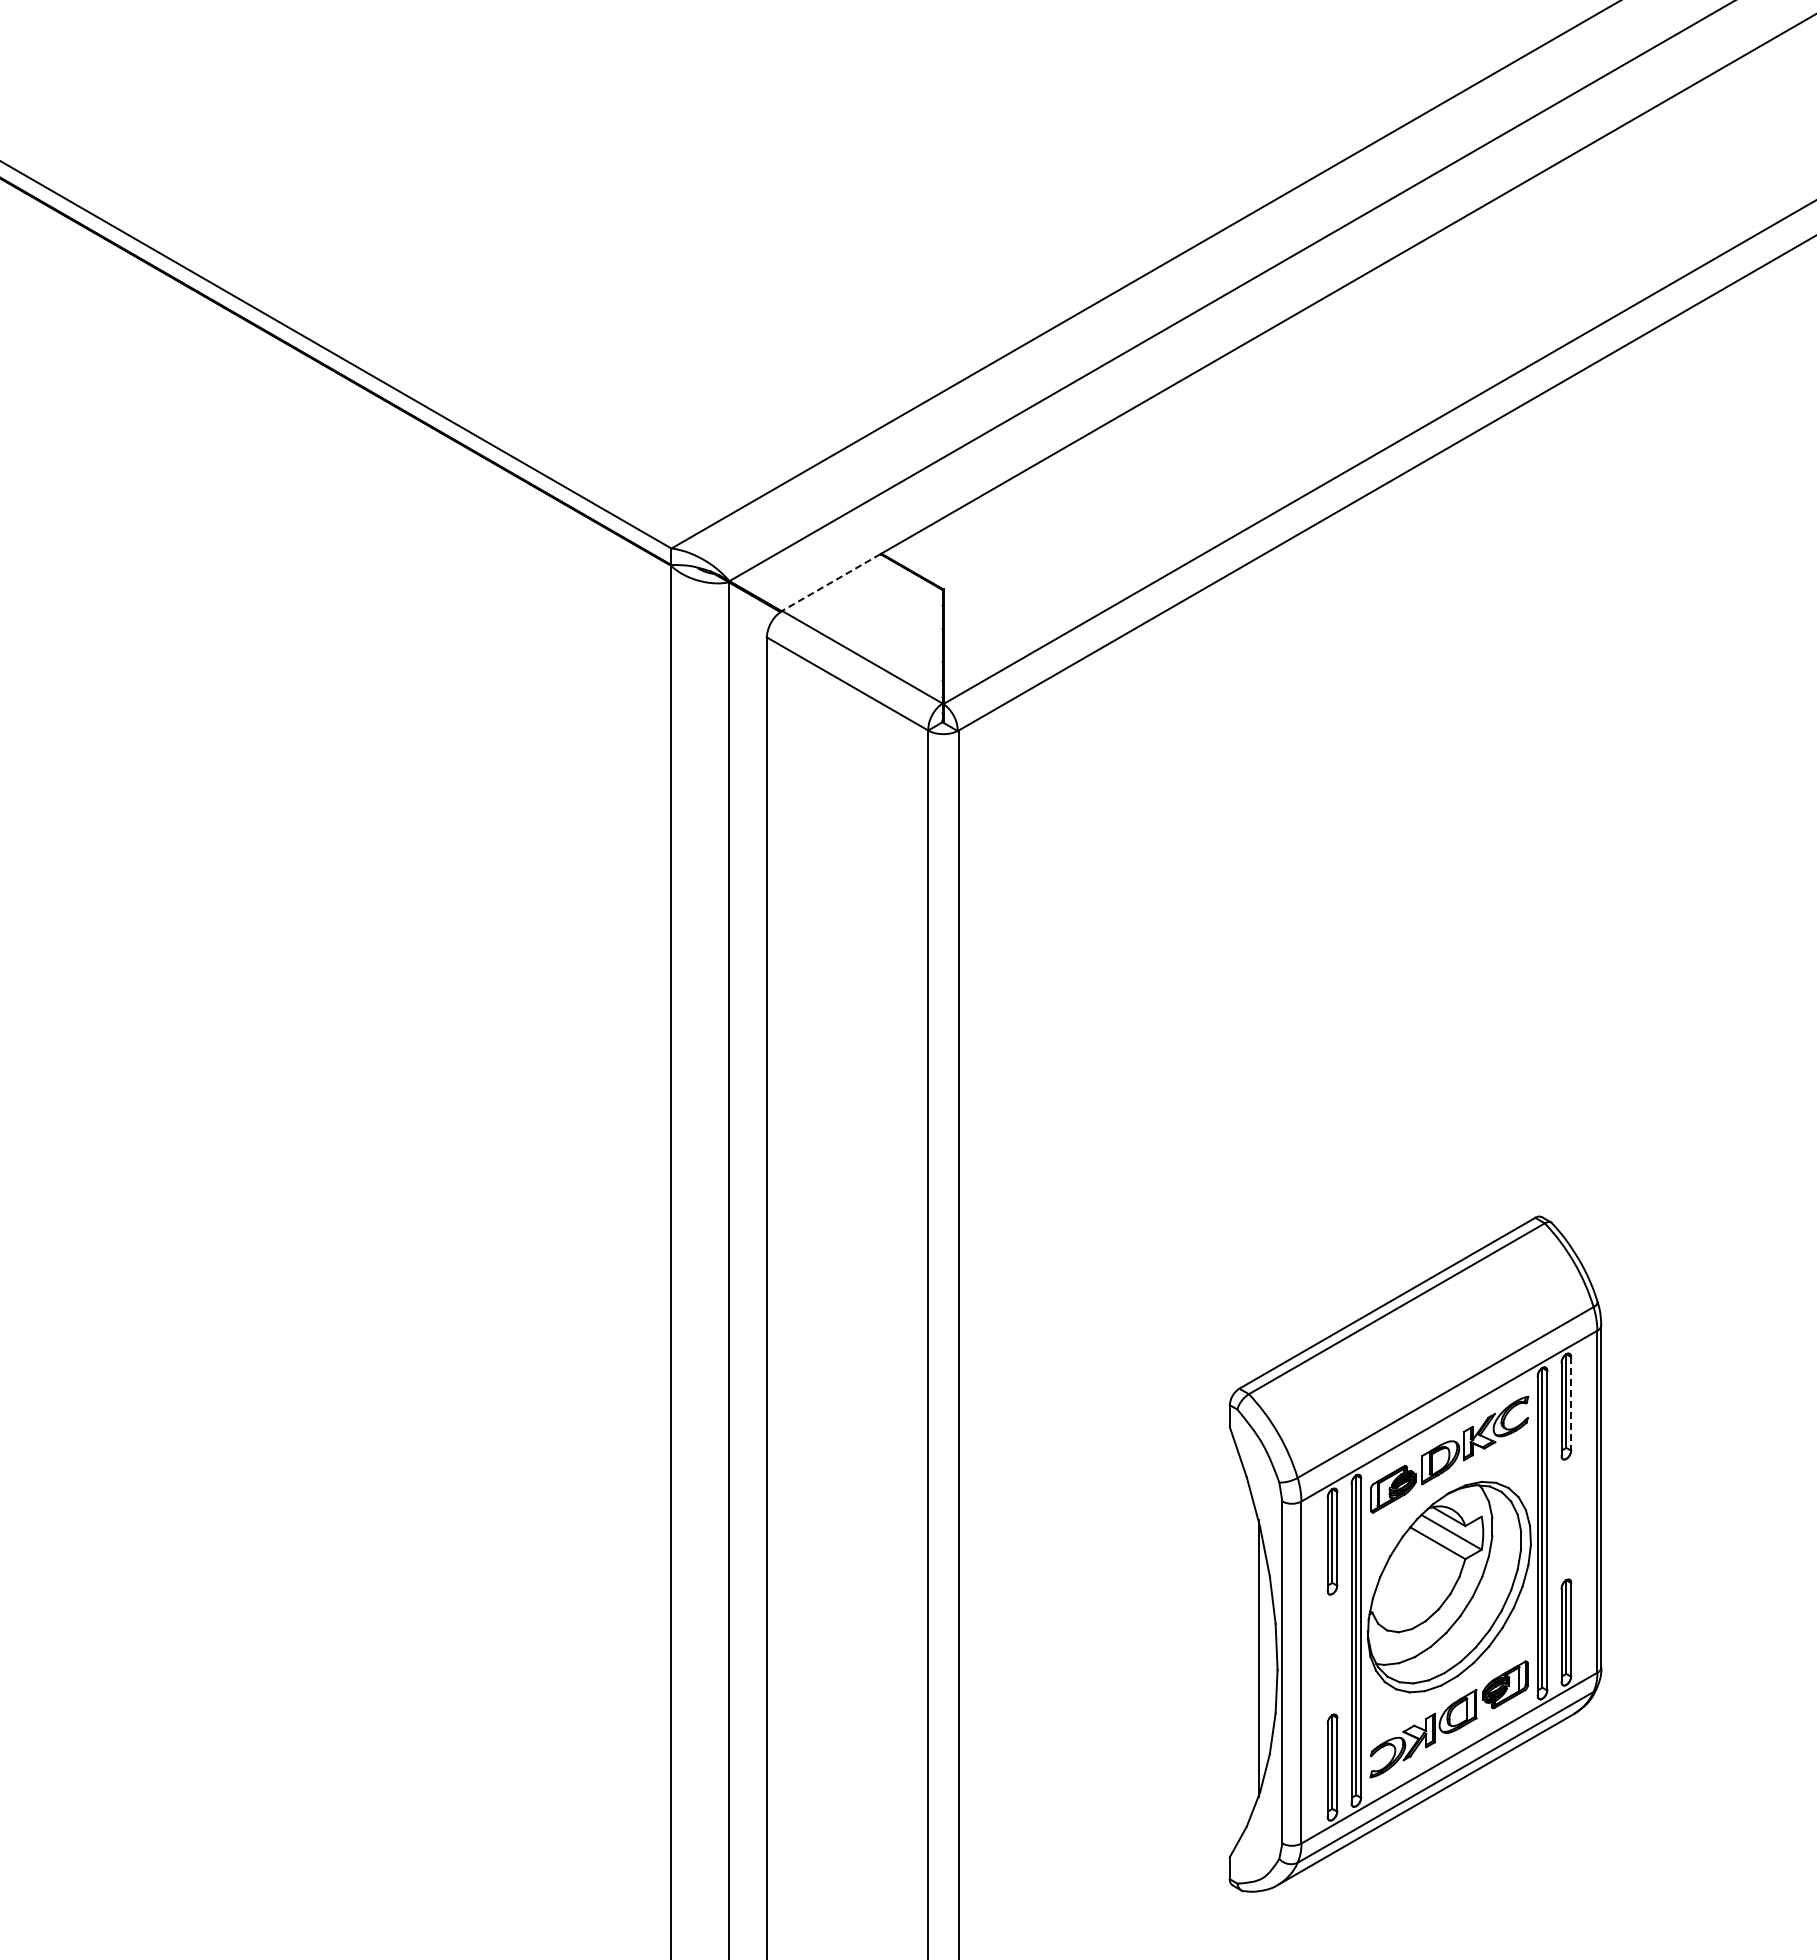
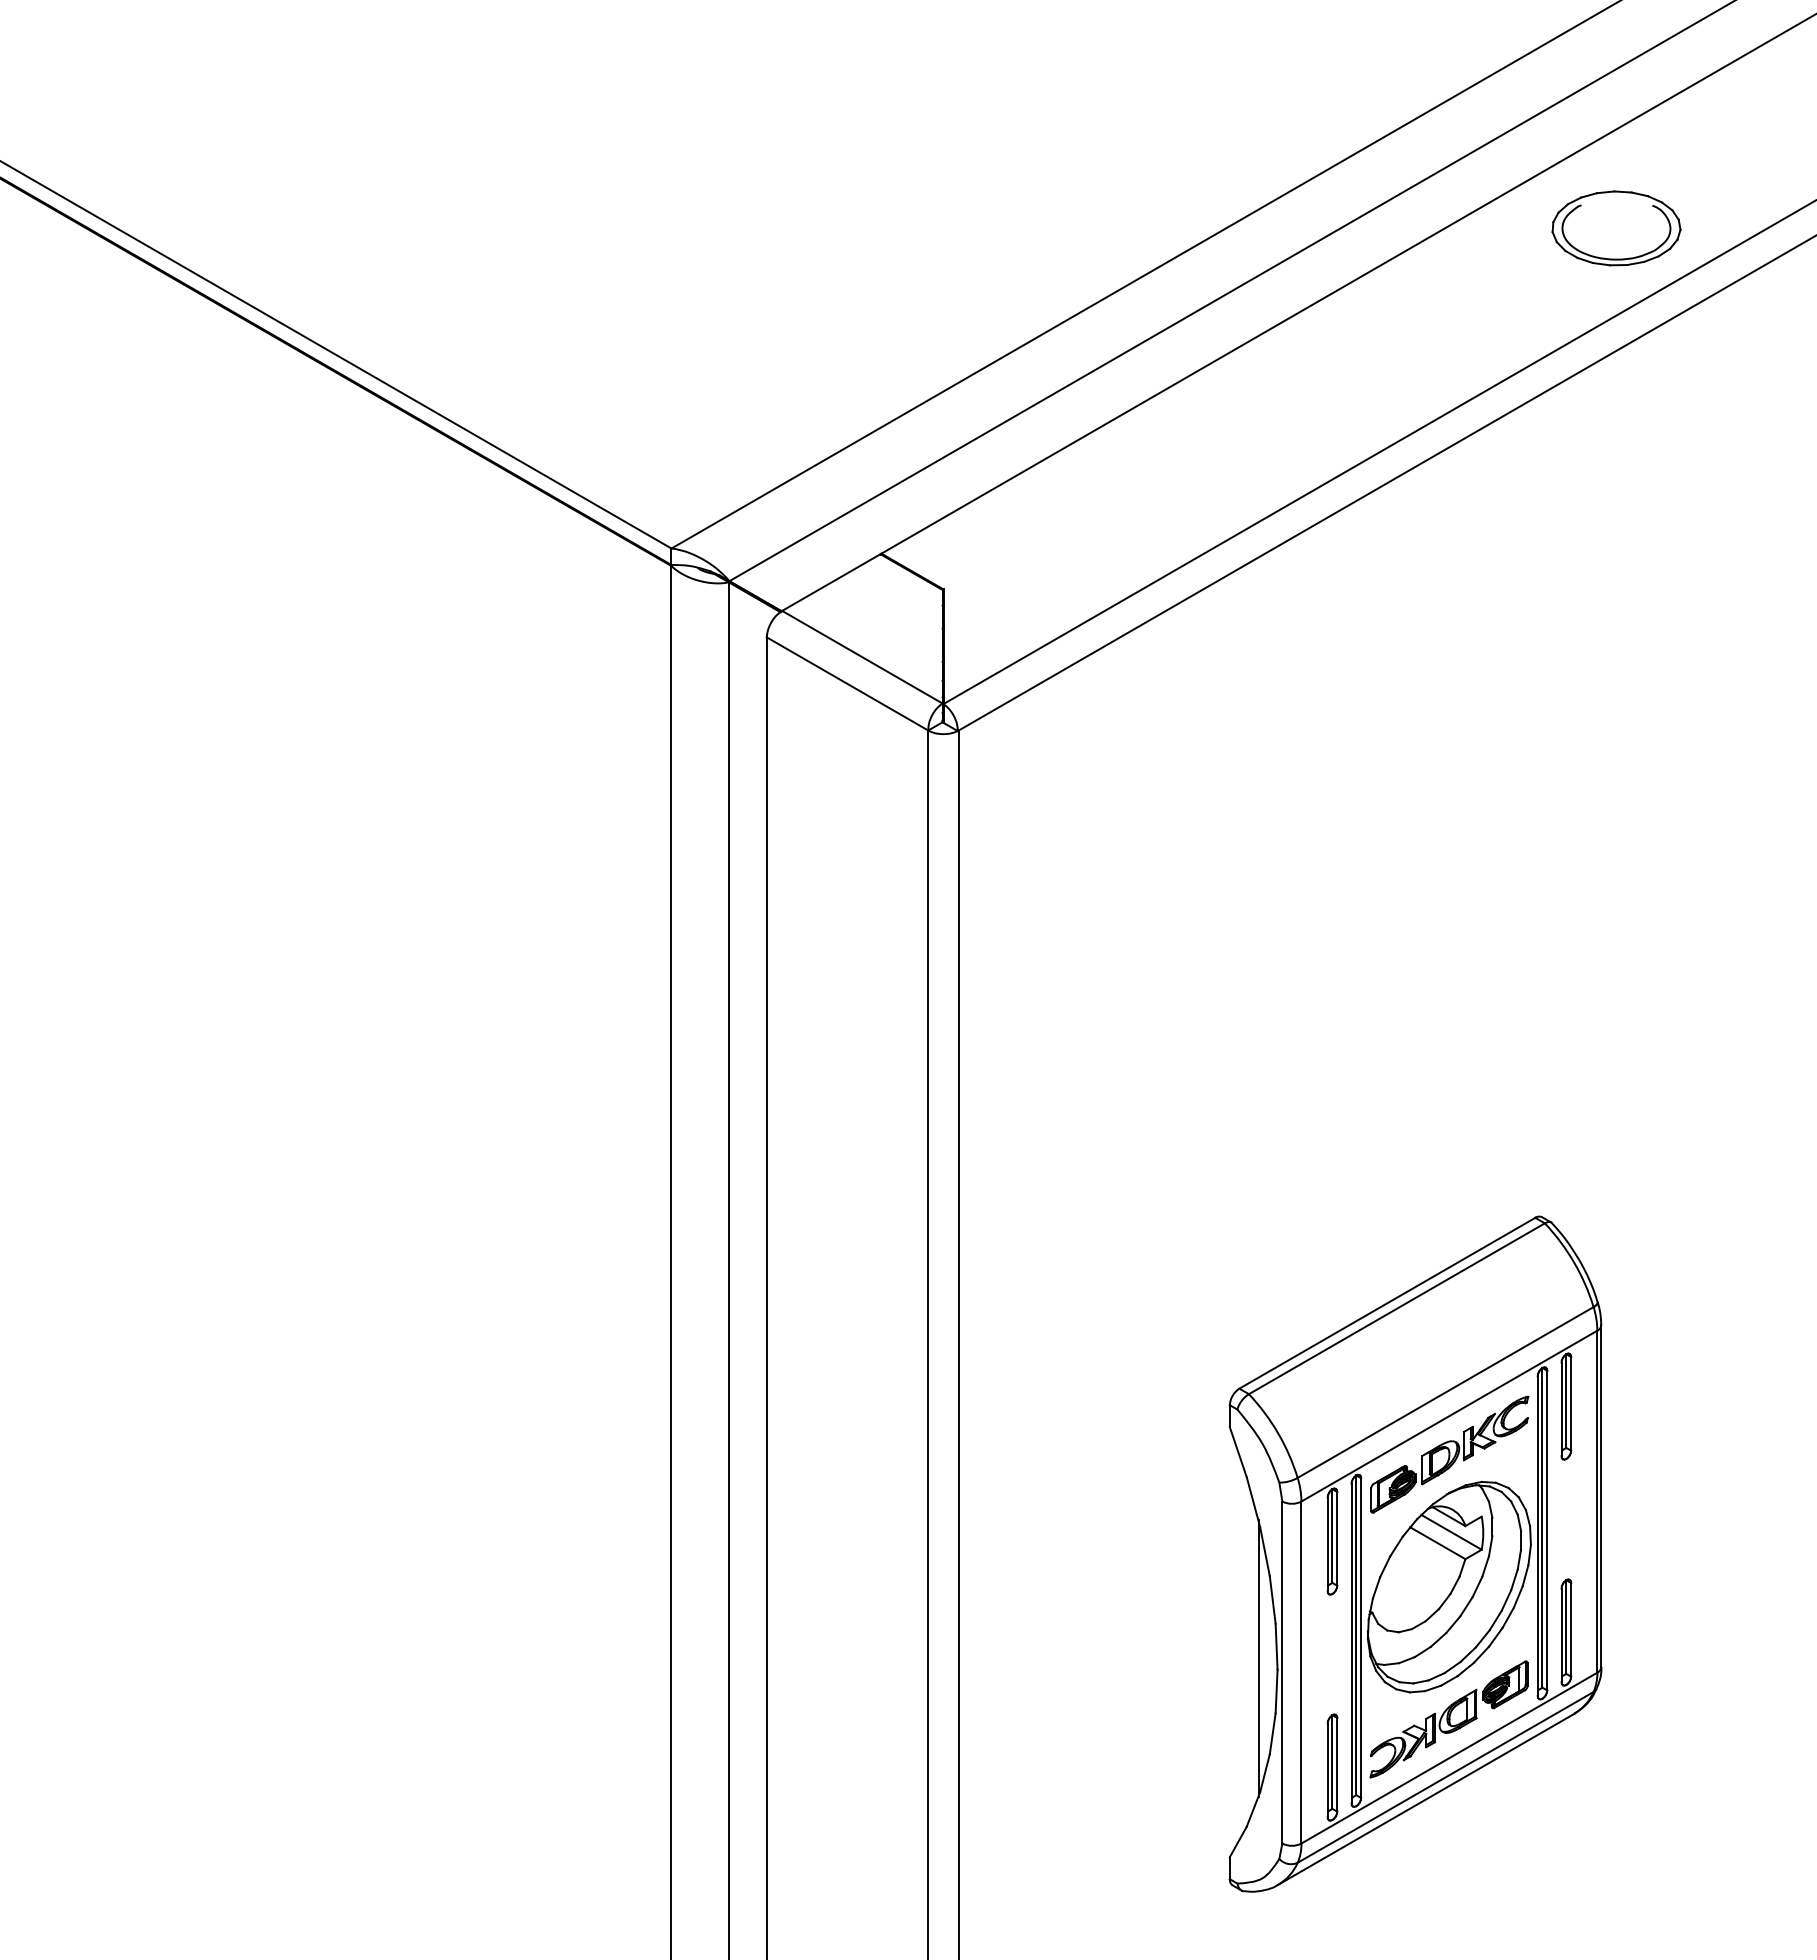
part at (1616, 228): none -> present
line at (831, 582): dashed -> solid
line at (1571, 1403): dashed -> solid
